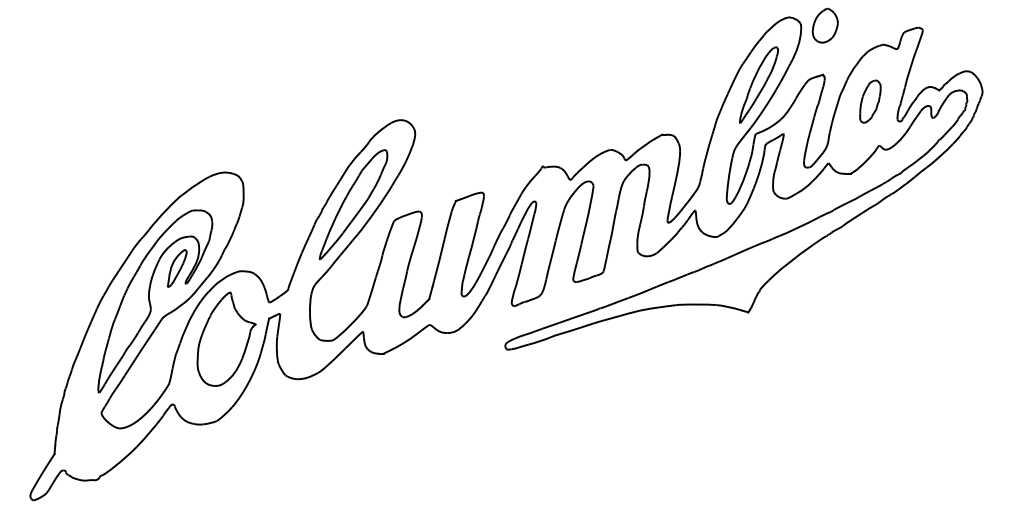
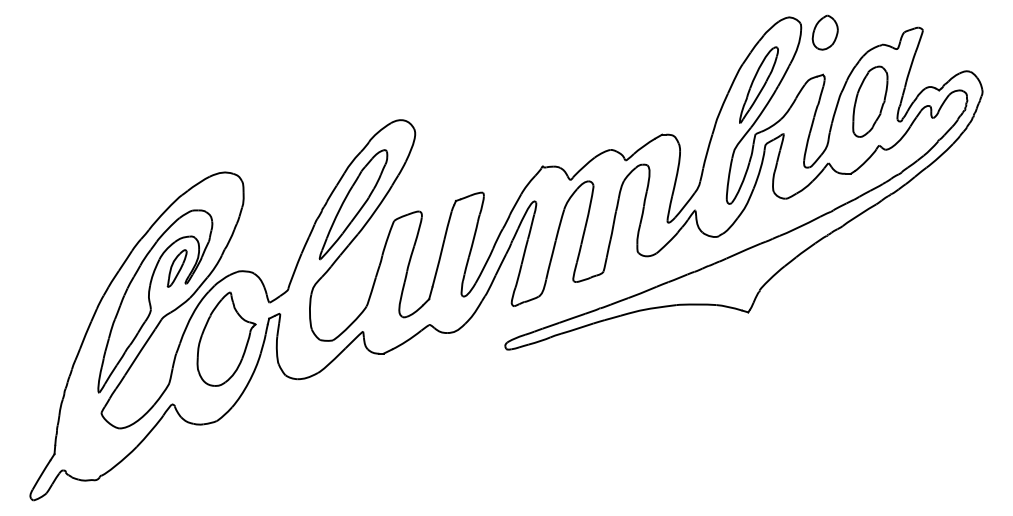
part at (824, 25) position: (824, 25) -> (824, 32)
part at (870, 101) size: 23x45 px -> 37x73 px
